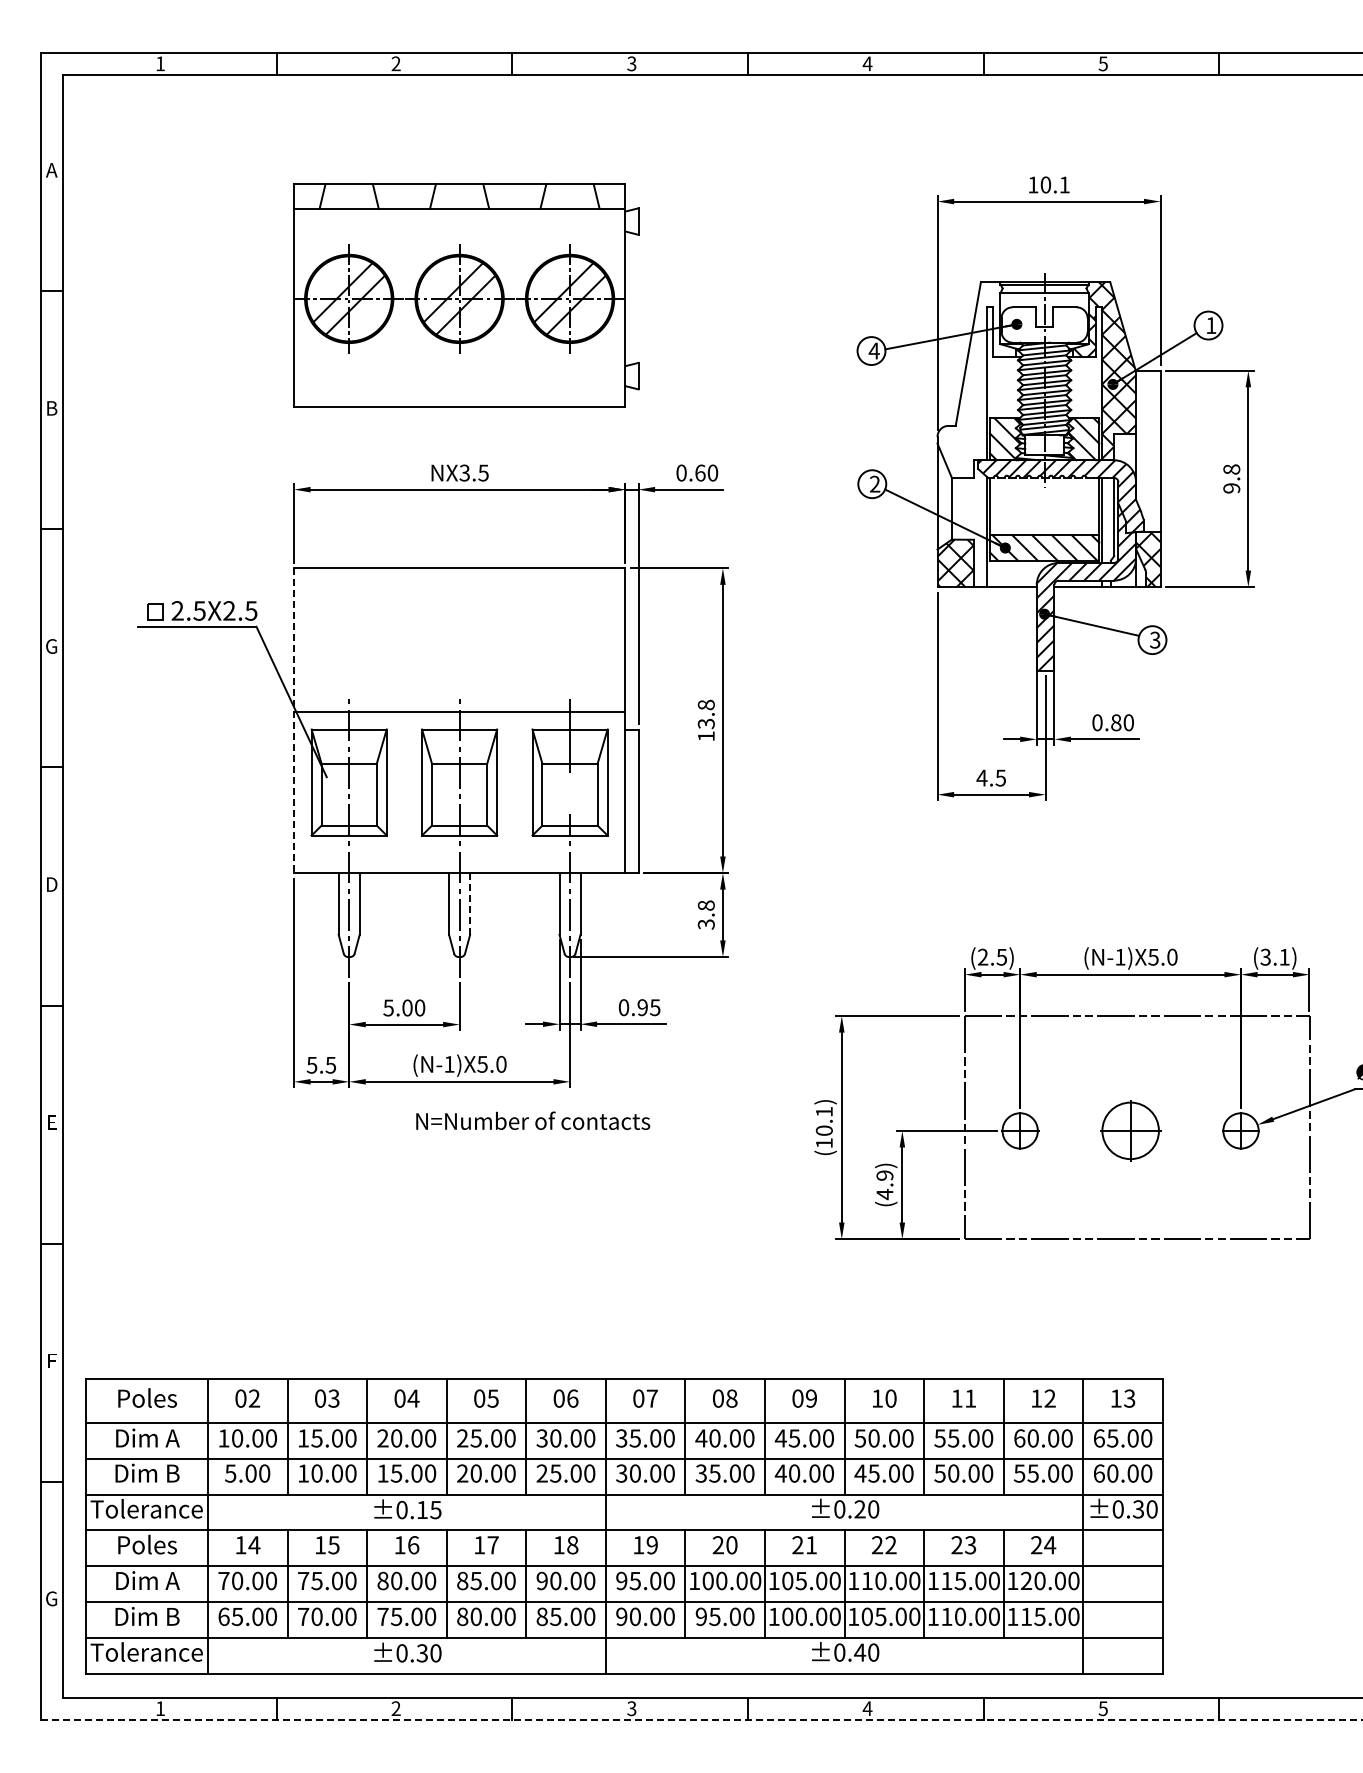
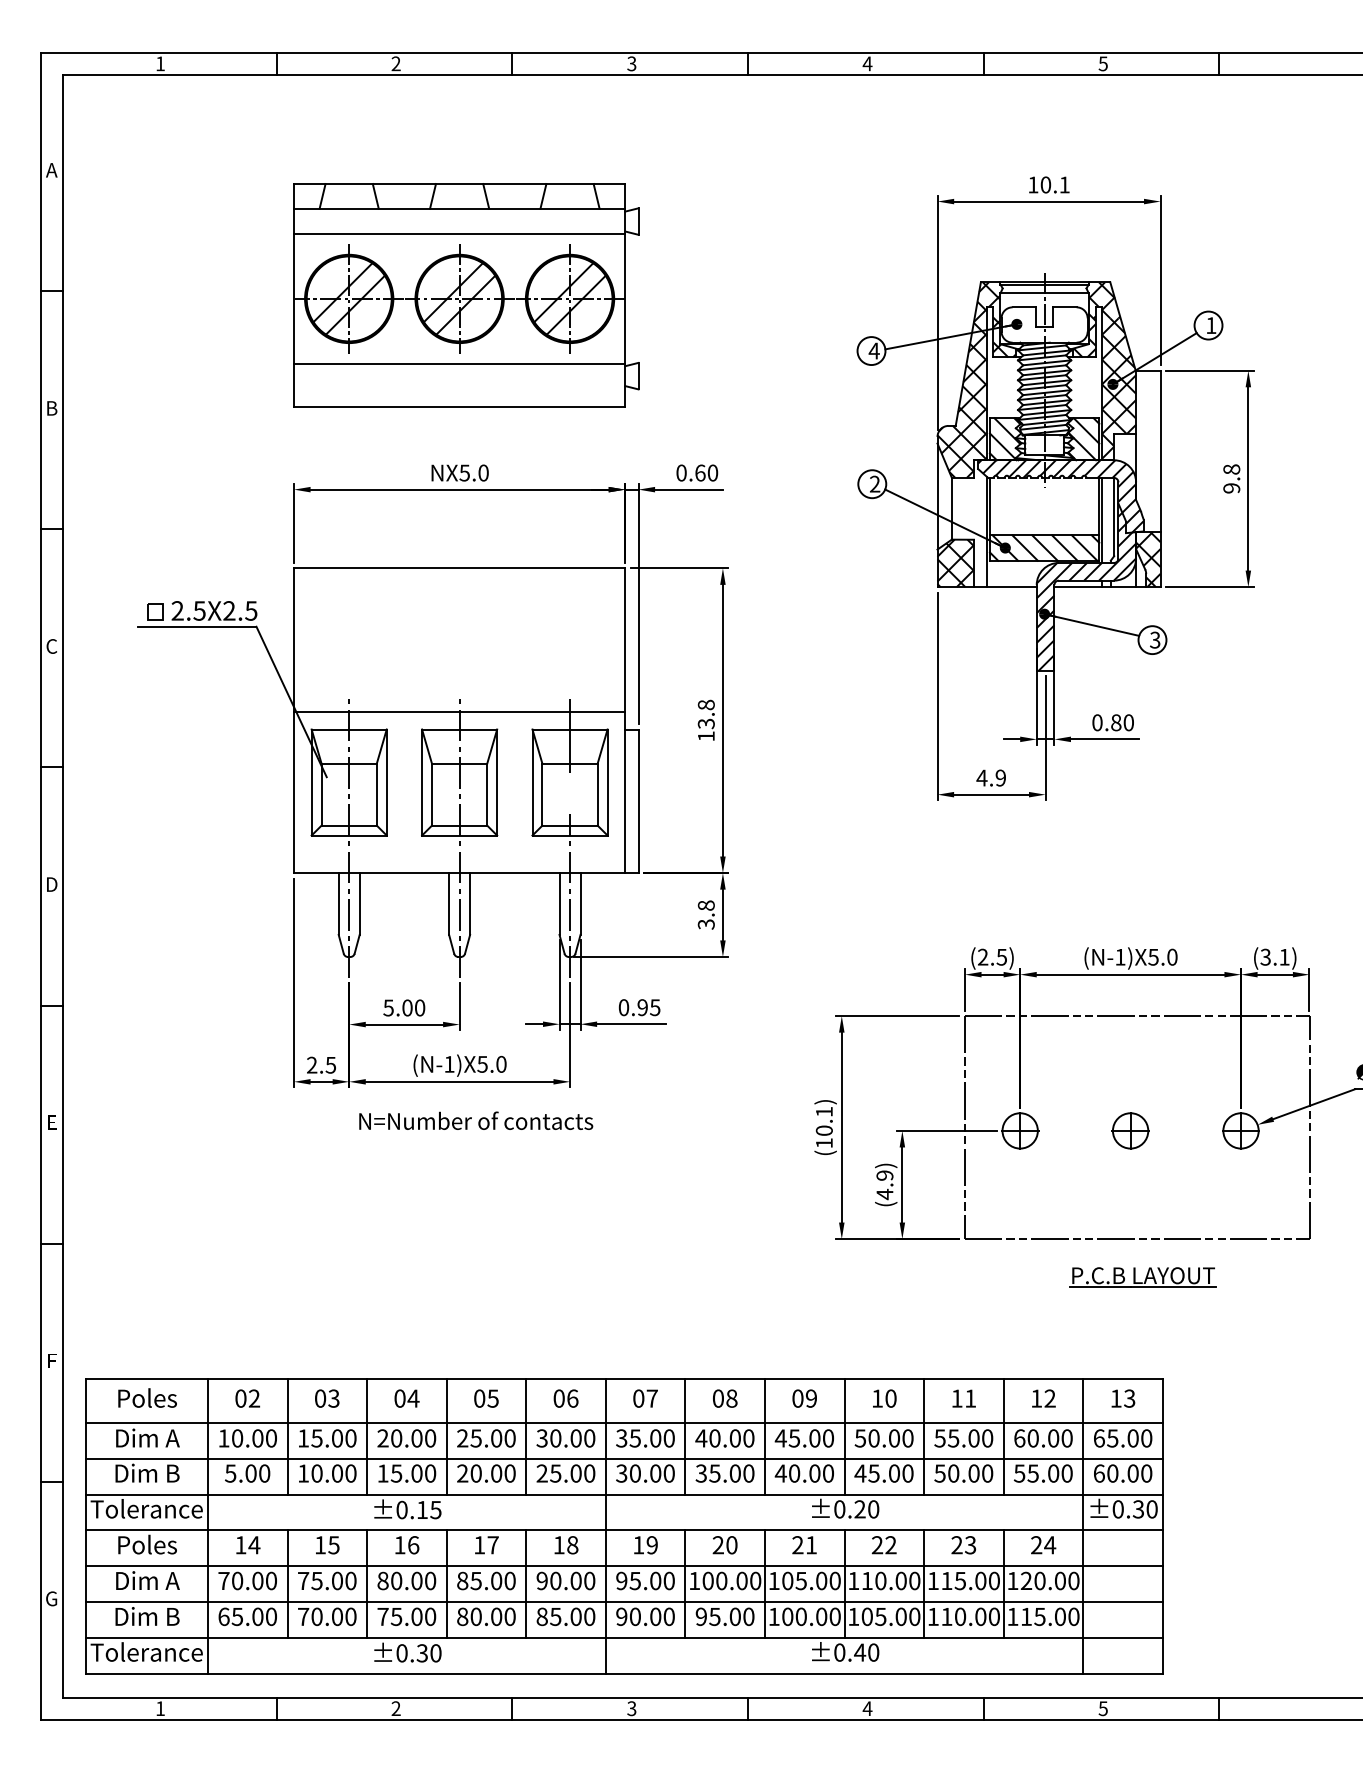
line at (459, 234): none -> present
line at (459, 363): none -> present
hatch at (976, 379): none -> present
text at (474, 472): NX3.5 -> NX5.0
text at (51, 646): G -> C
line at (293, 721): dashed -> solid
text at (1000, 777): 4.5 -> 4.9
line at (470, 903): dashed -> solid
text at (311, 1064): 5.5 -> 2.5
text at (533, 1120) position: (533, 1120) -> (476, 1120)
part at (1130, 1130) size: 62x62 px -> 39x38 px
part at (1142, 1277): none -> present
line at (701, 1719): dashed -> solid
